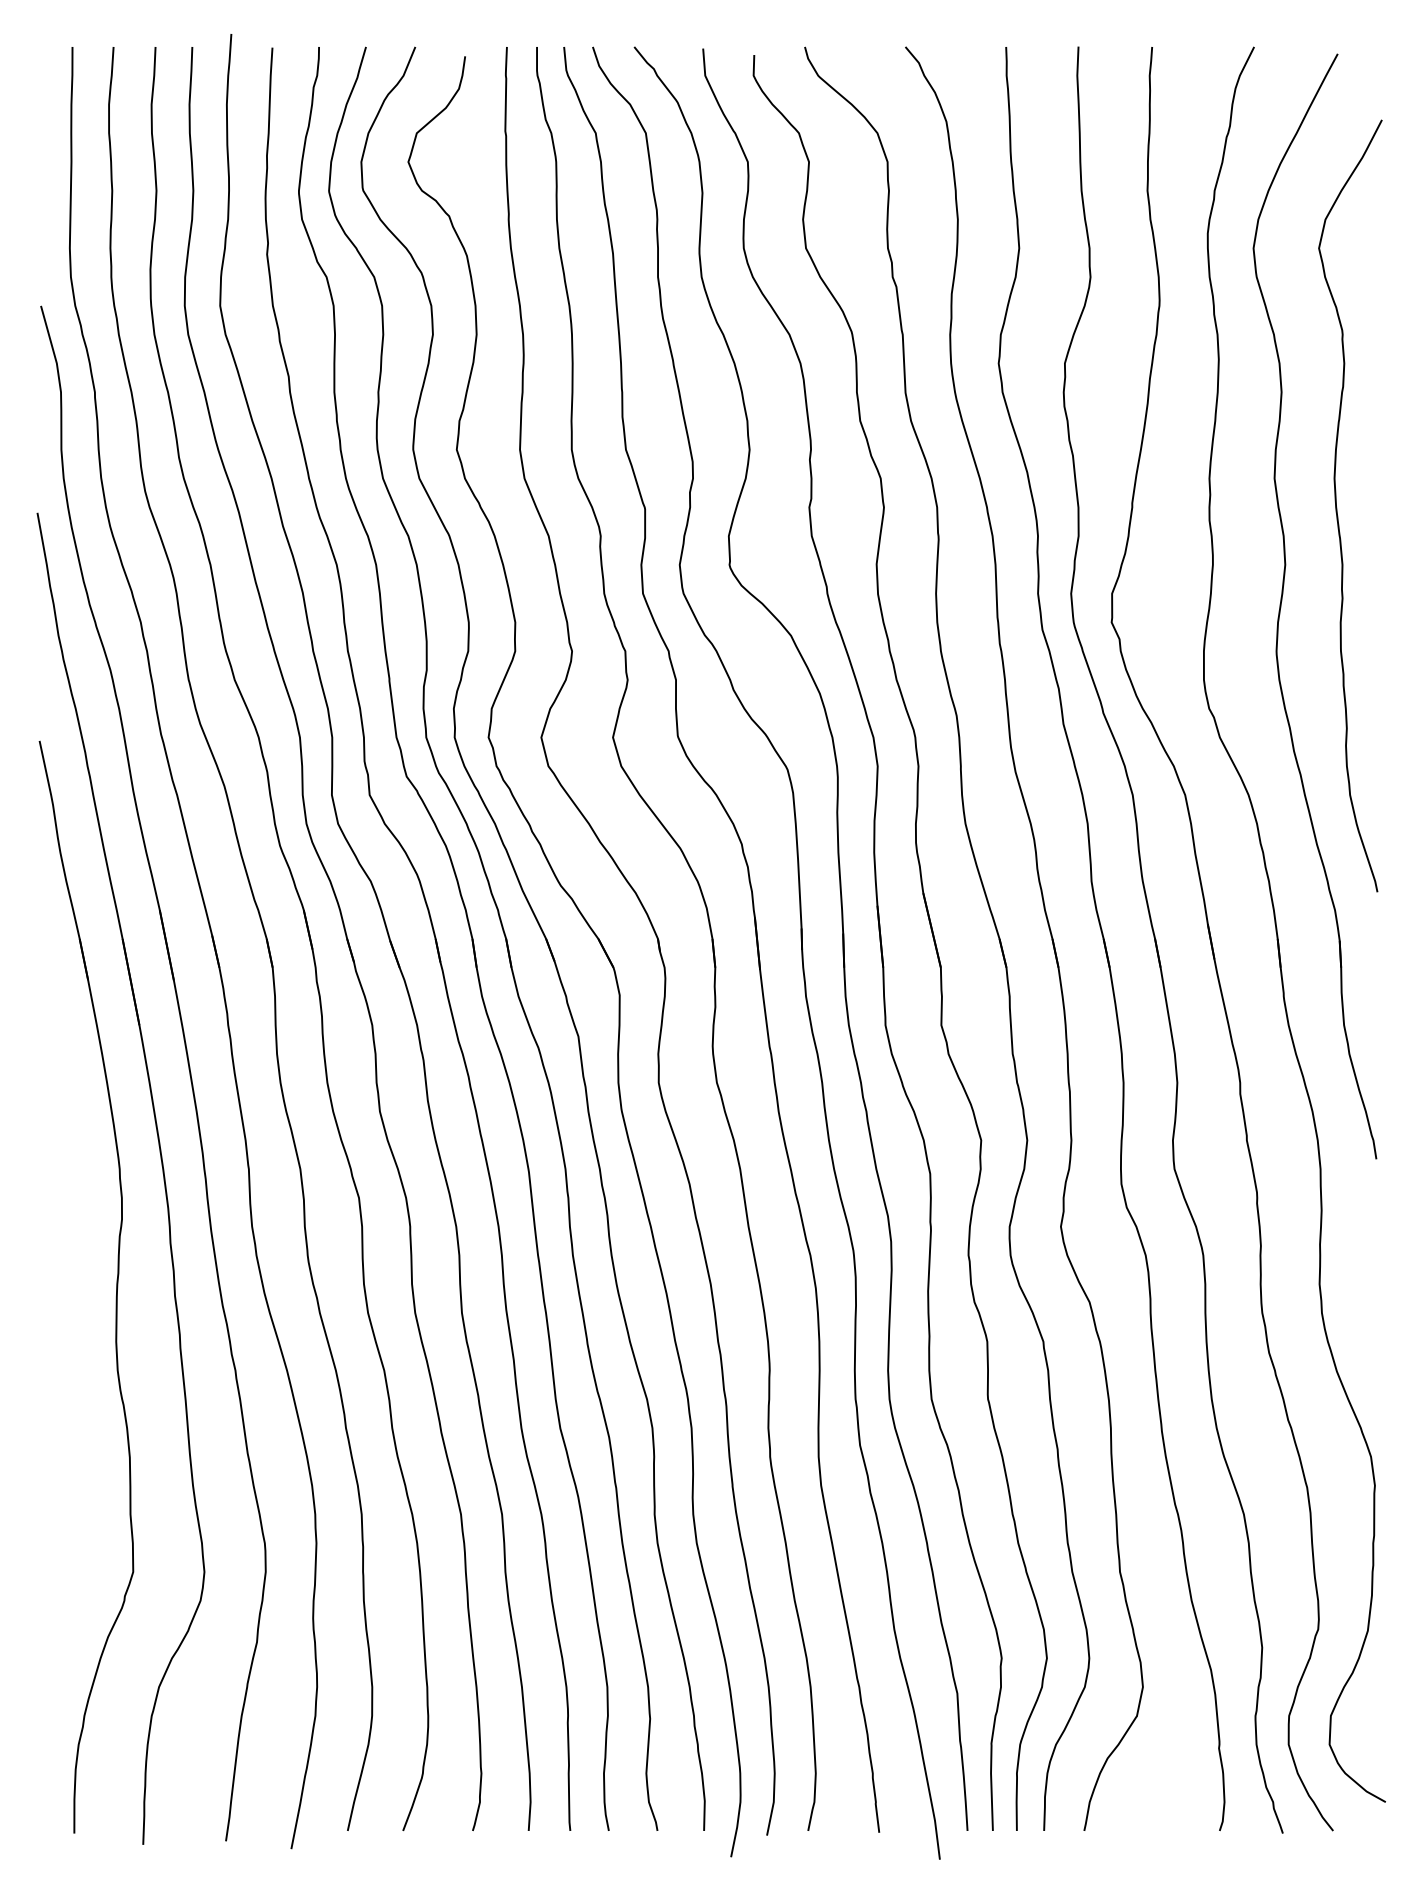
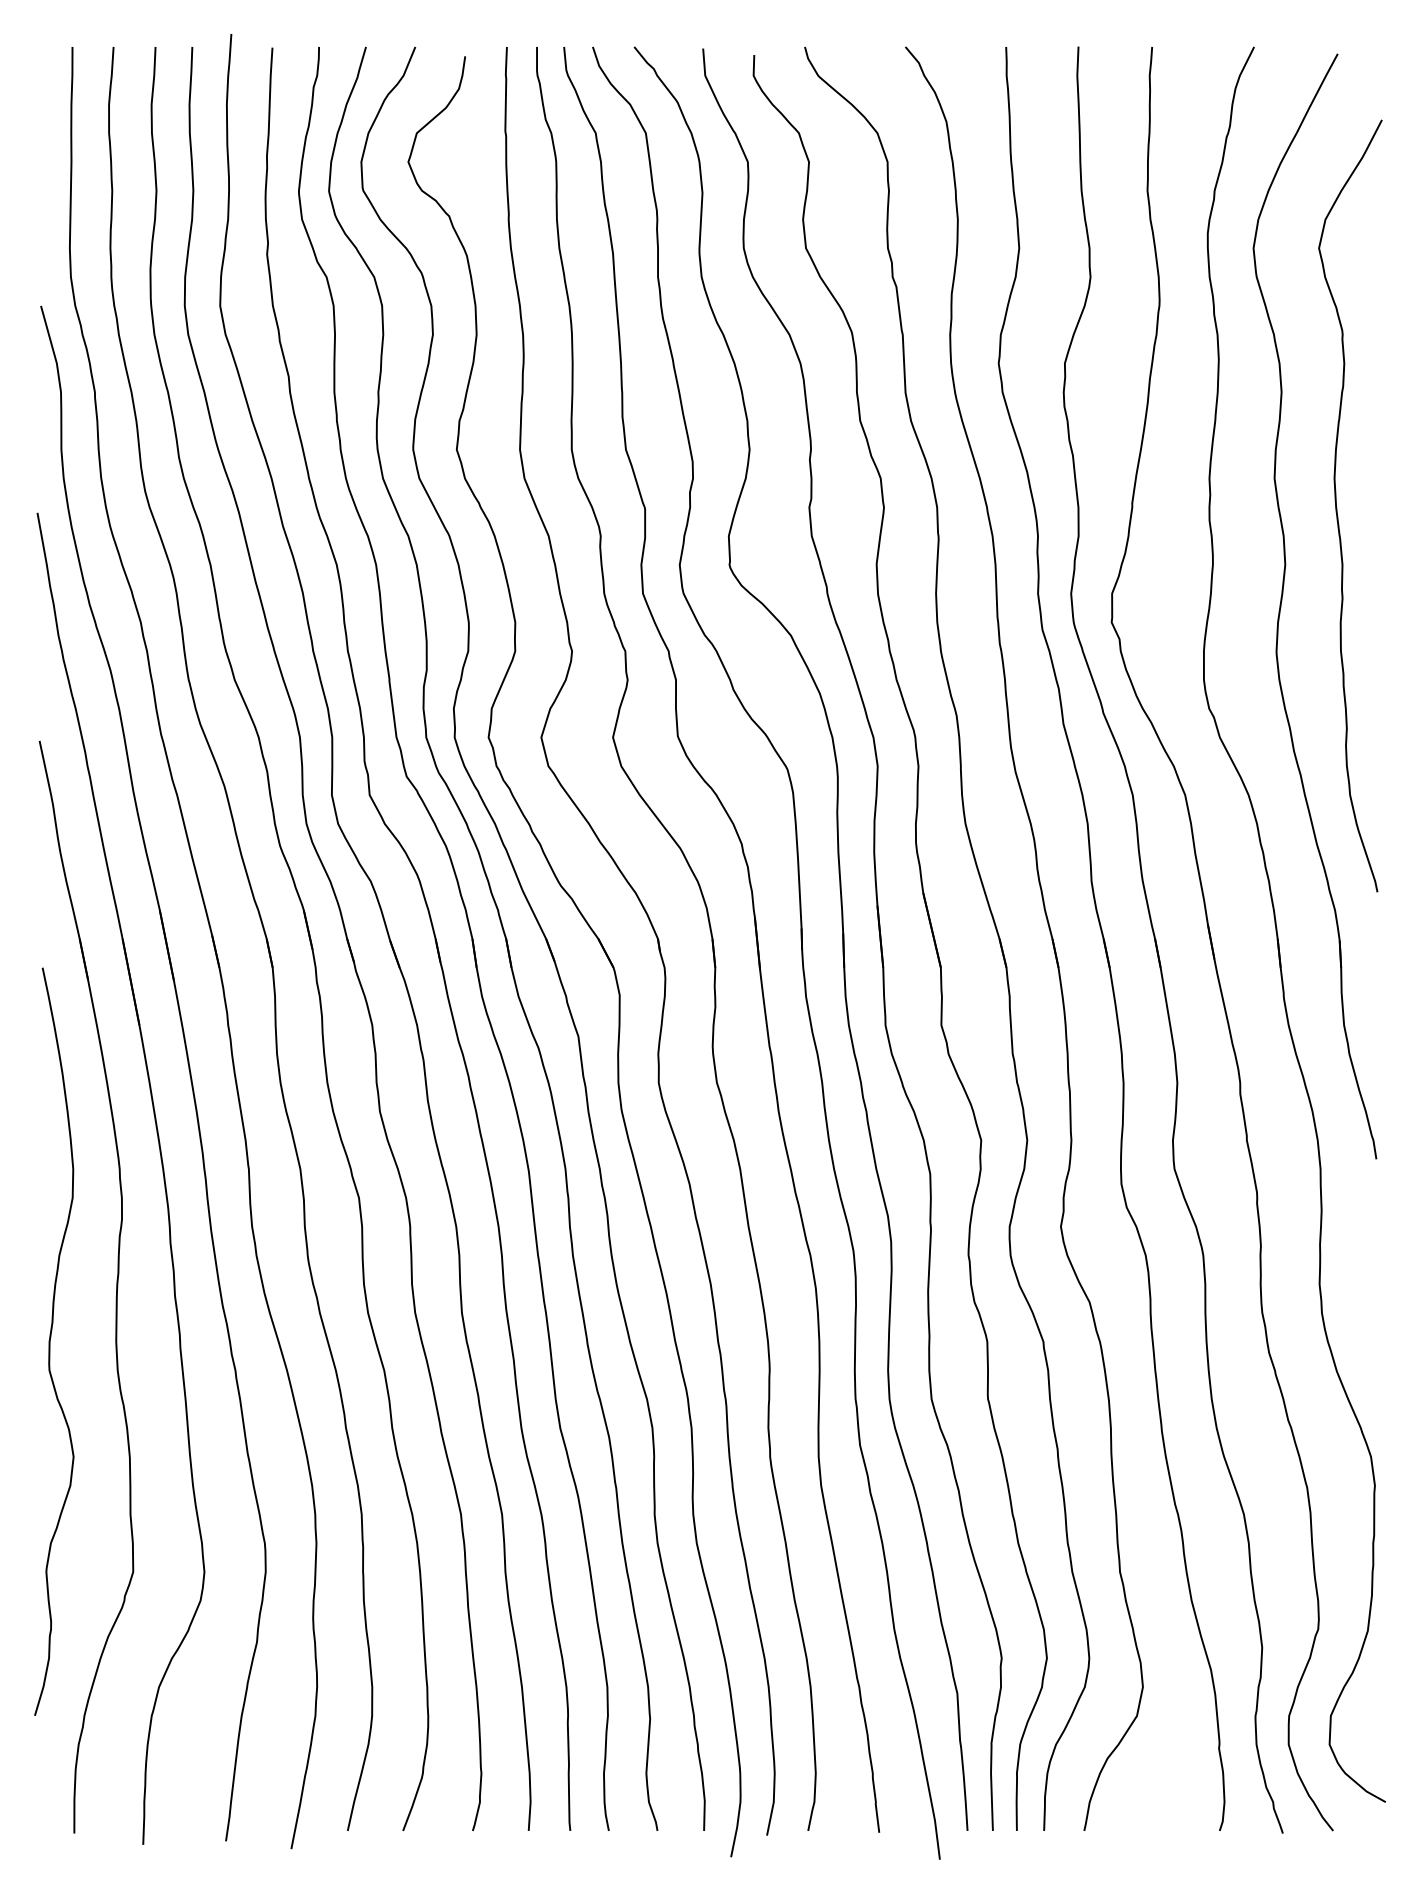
curve at (50, 1341): none -> present
